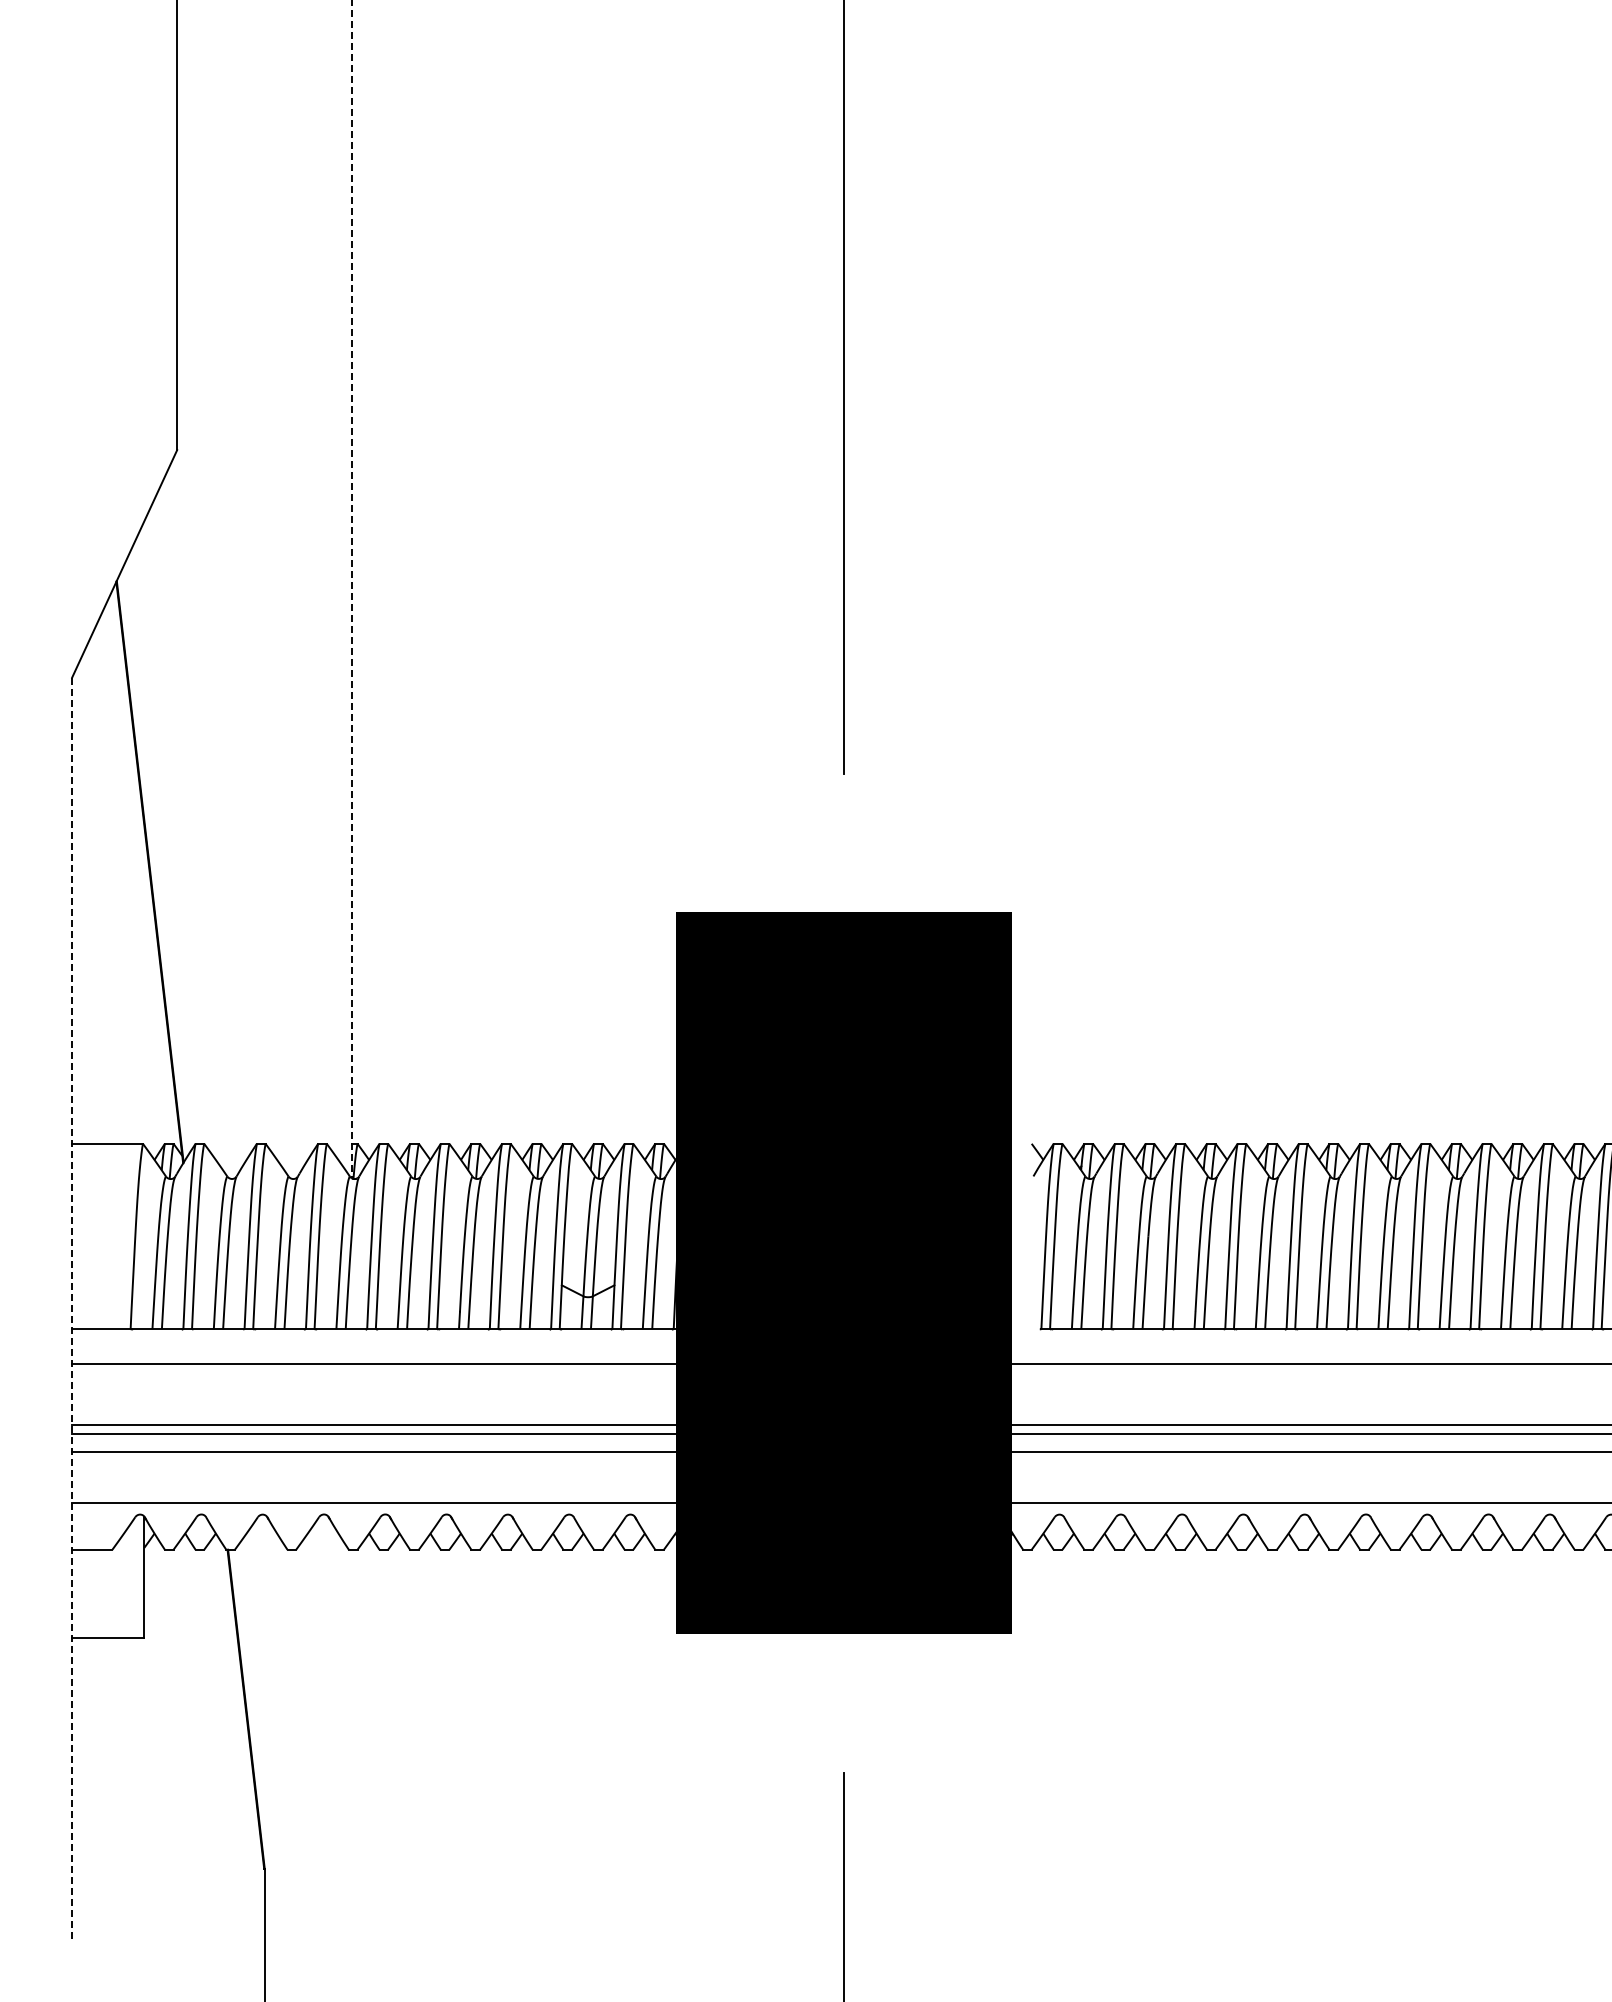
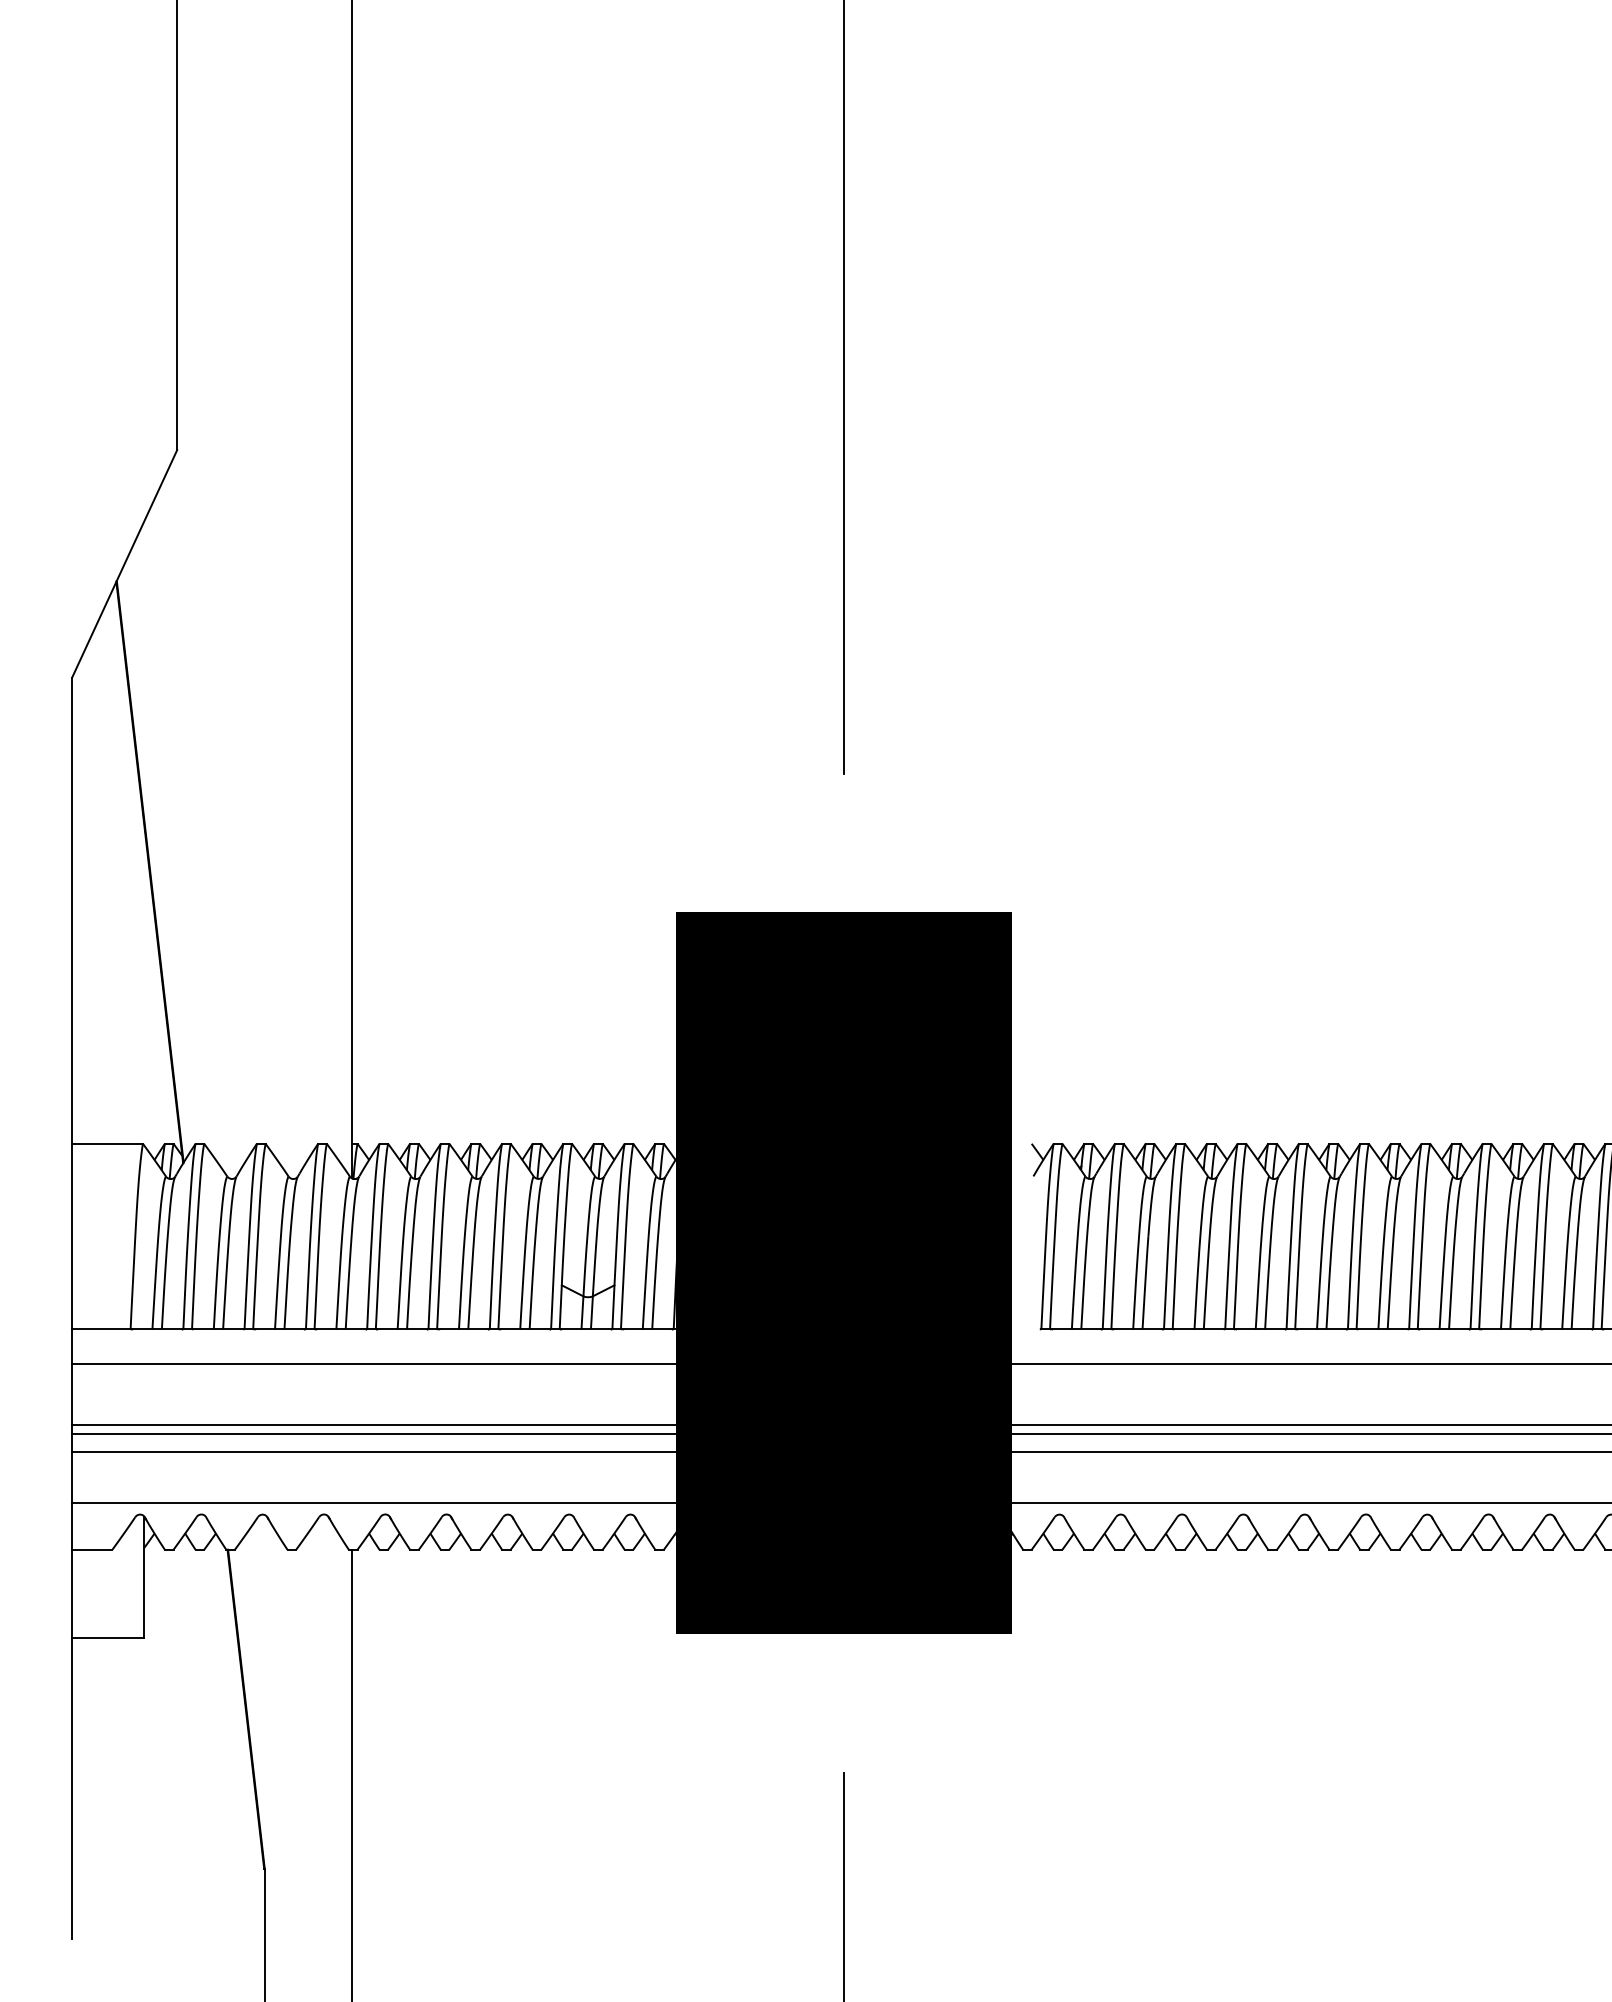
line at (352, 589): dashed -> solid
line at (72, 1307): dashed -> solid
line at (352, 1773): none -> present
